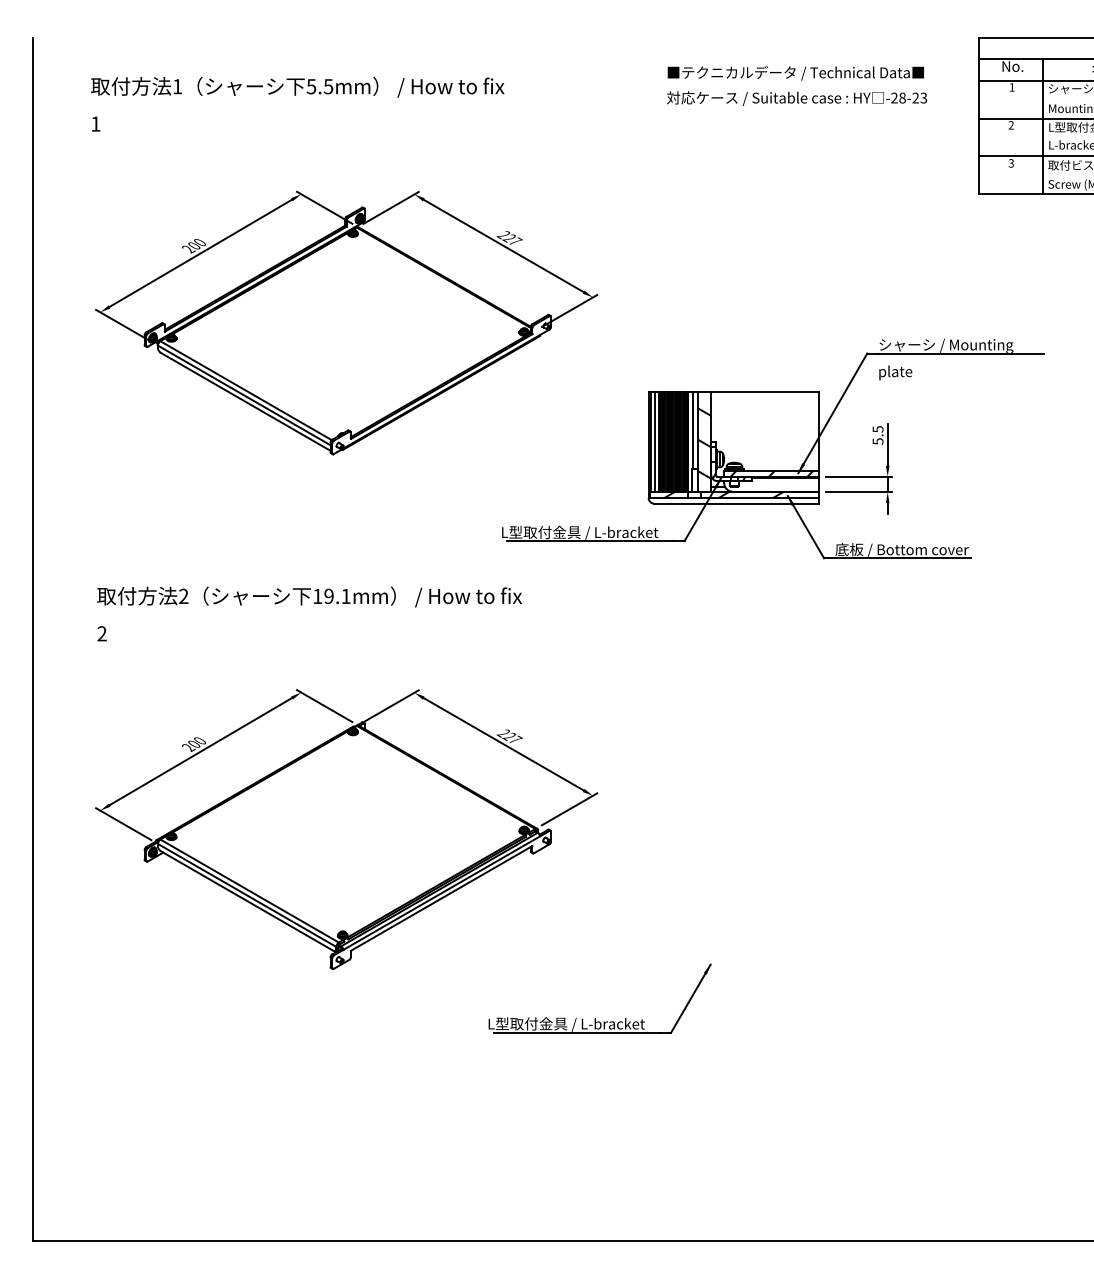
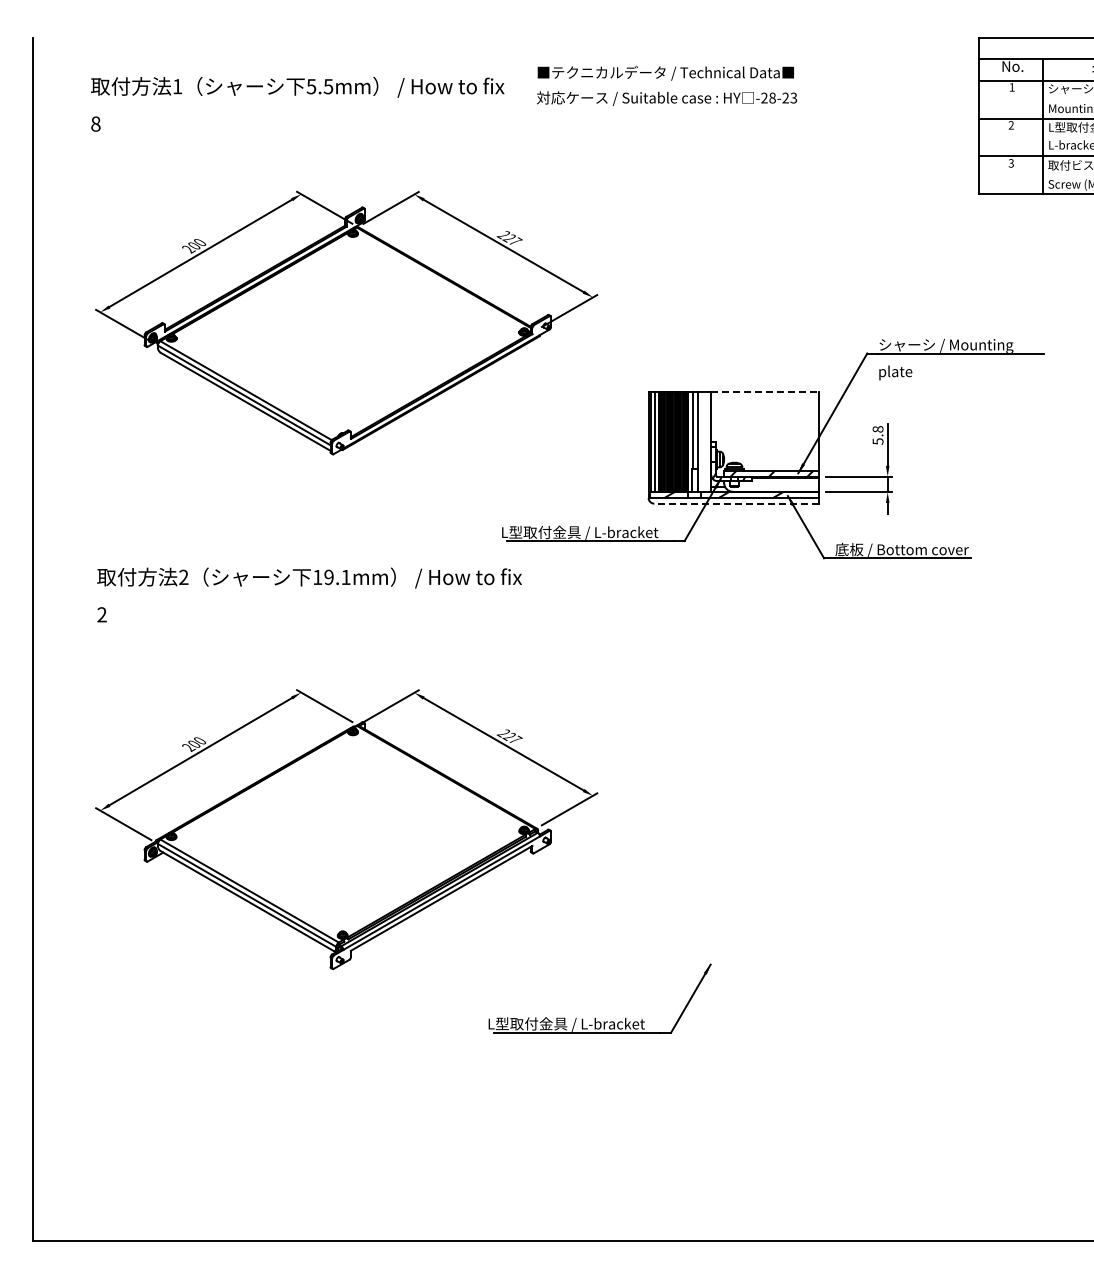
text at (796, 85) position: (796, 85) -> (666, 85)
text at (95, 123): 1 -> 8
line at (765, 391): solid -> dashed
text at (877, 429): 5.5 -> 5.8
hatch at (704, 443): present -> none
line at (736, 503): solid -> dashed
text at (309, 613) position: (309, 613) -> (309, 594)
